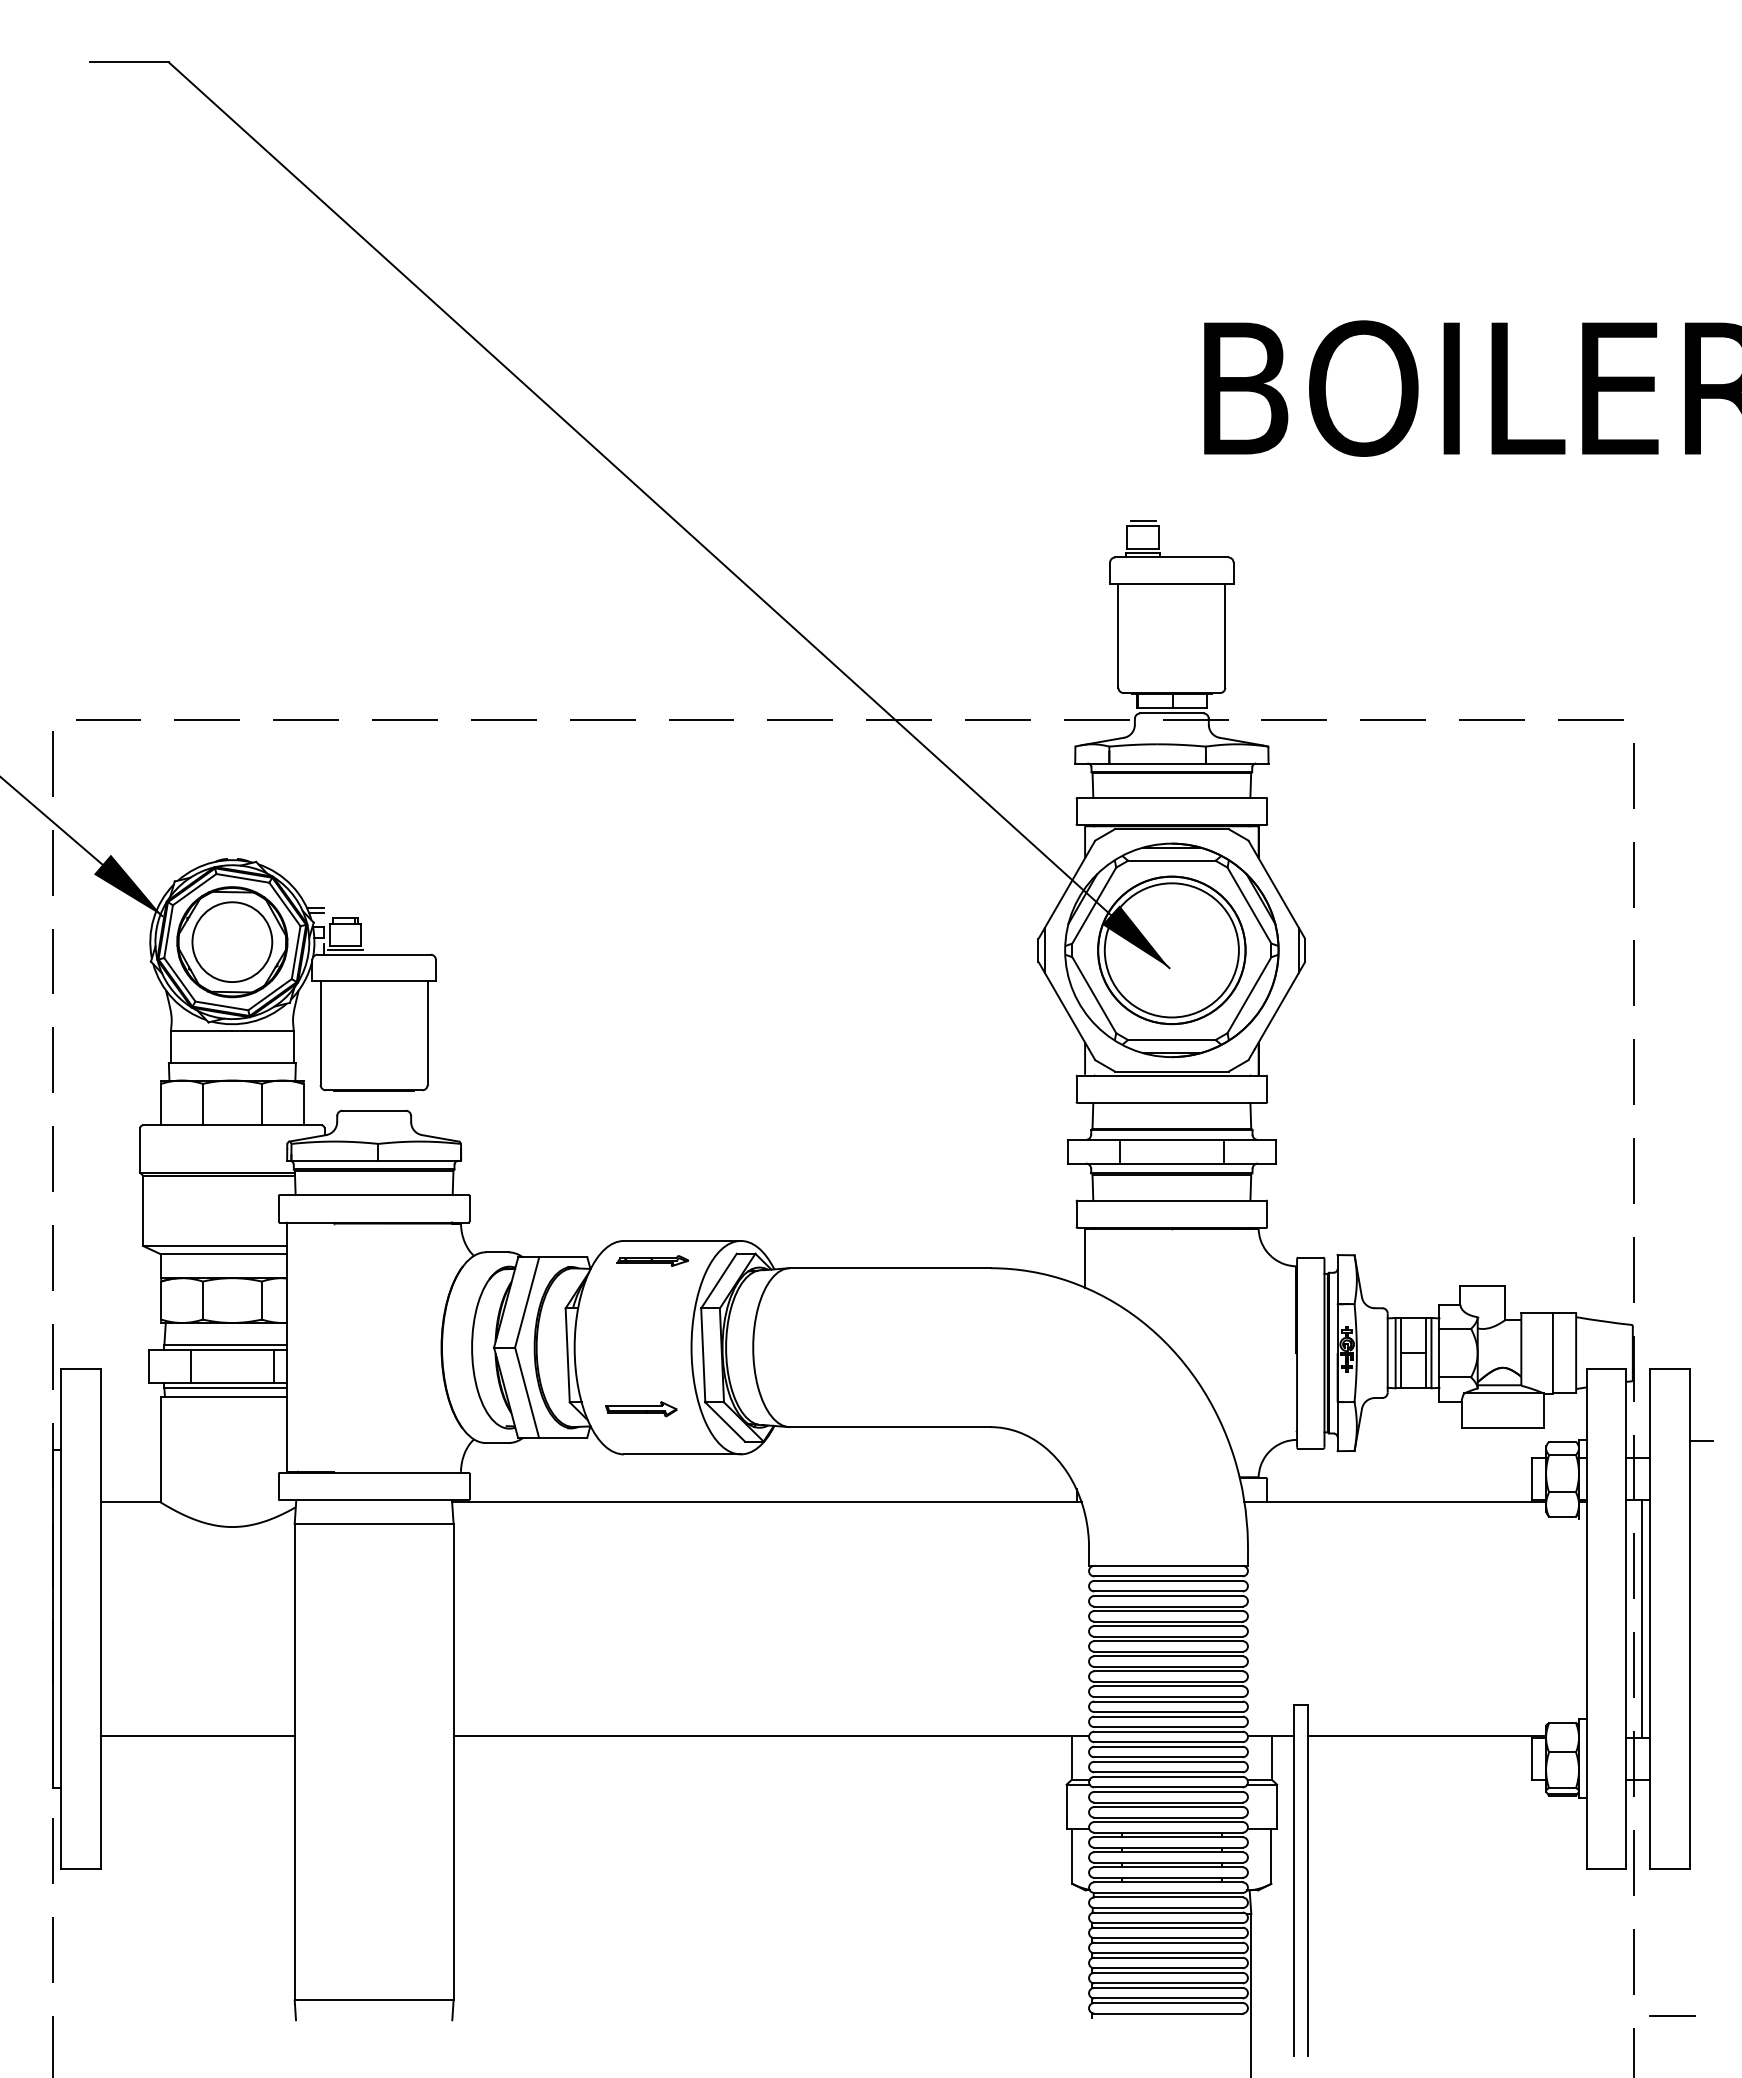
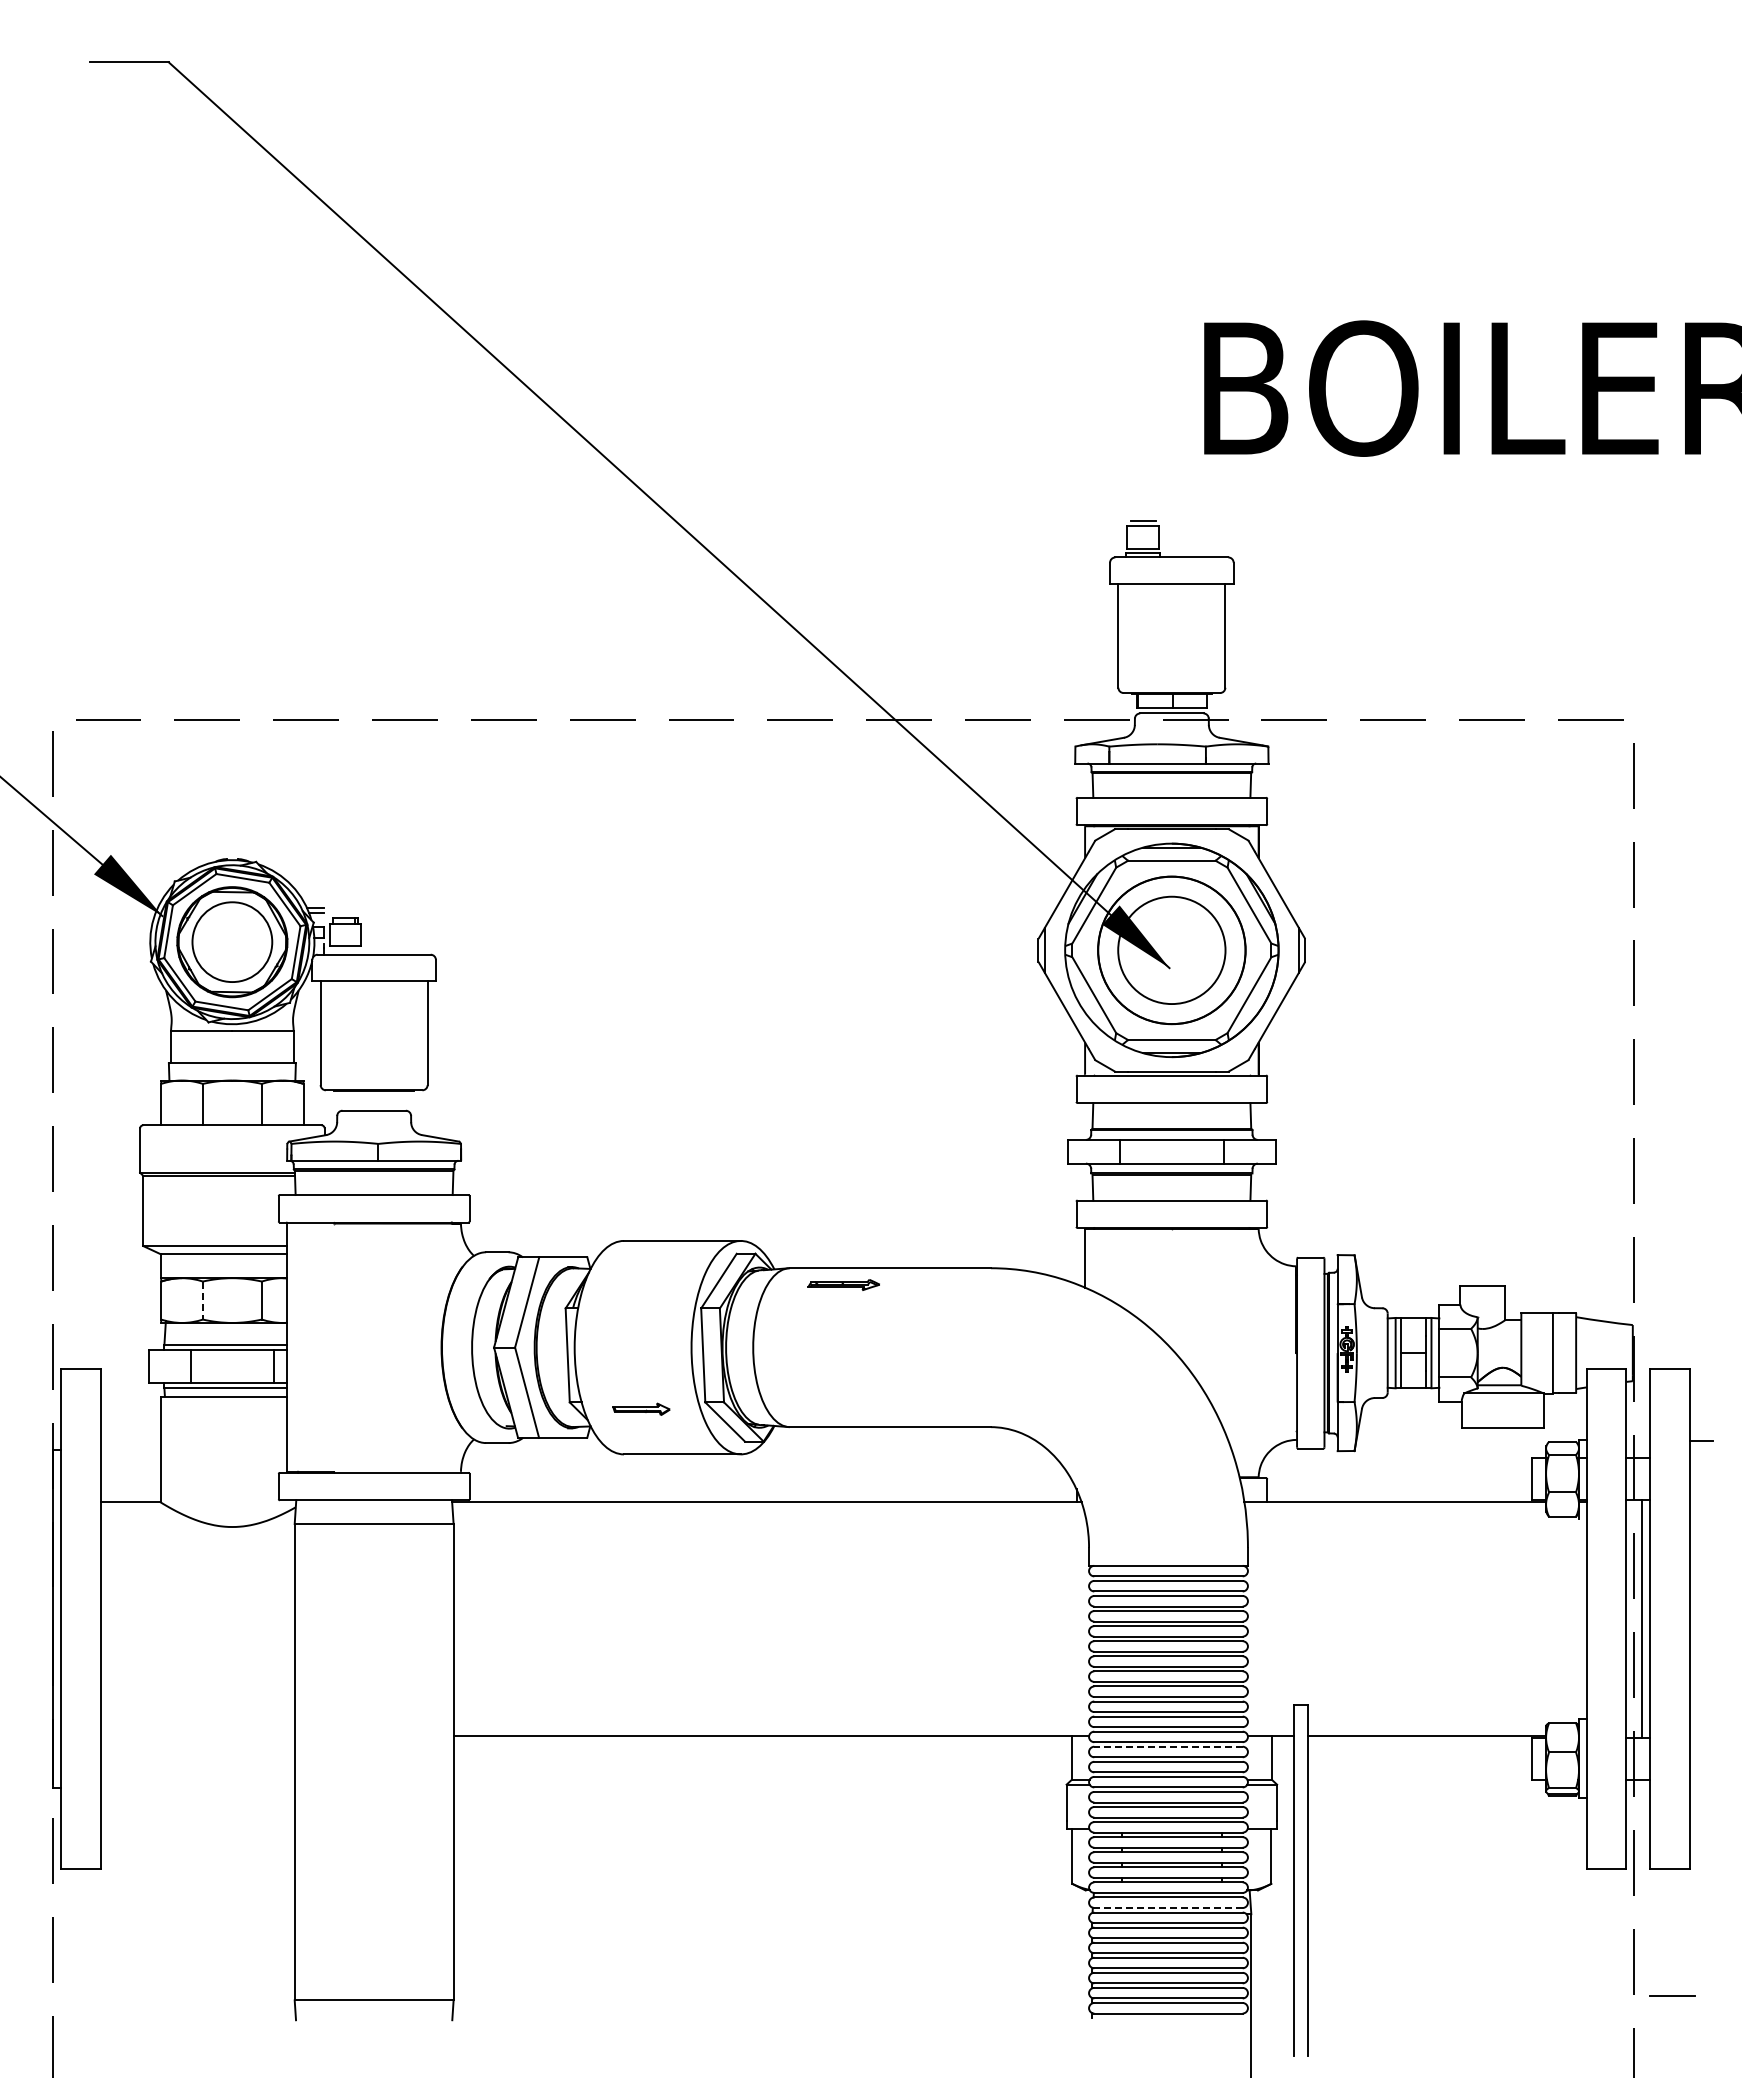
line at (345, 949): present -> none
circle at (1171, 950) diameter: 134 px -> 107 px
part at (652, 1260) position: (652, 1260) -> (843, 1284)
line at (202, 1301): solid -> dashed
part at (641, 1409) size: 73x17 px -> 59x14 px
line at (197, 1736): present -> none
line at (1168, 1746): solid -> dashed
line at (1168, 1908): solid -> dashed
line at (1672, 2015) position: (1672, 2015) -> (1672, 1995)
